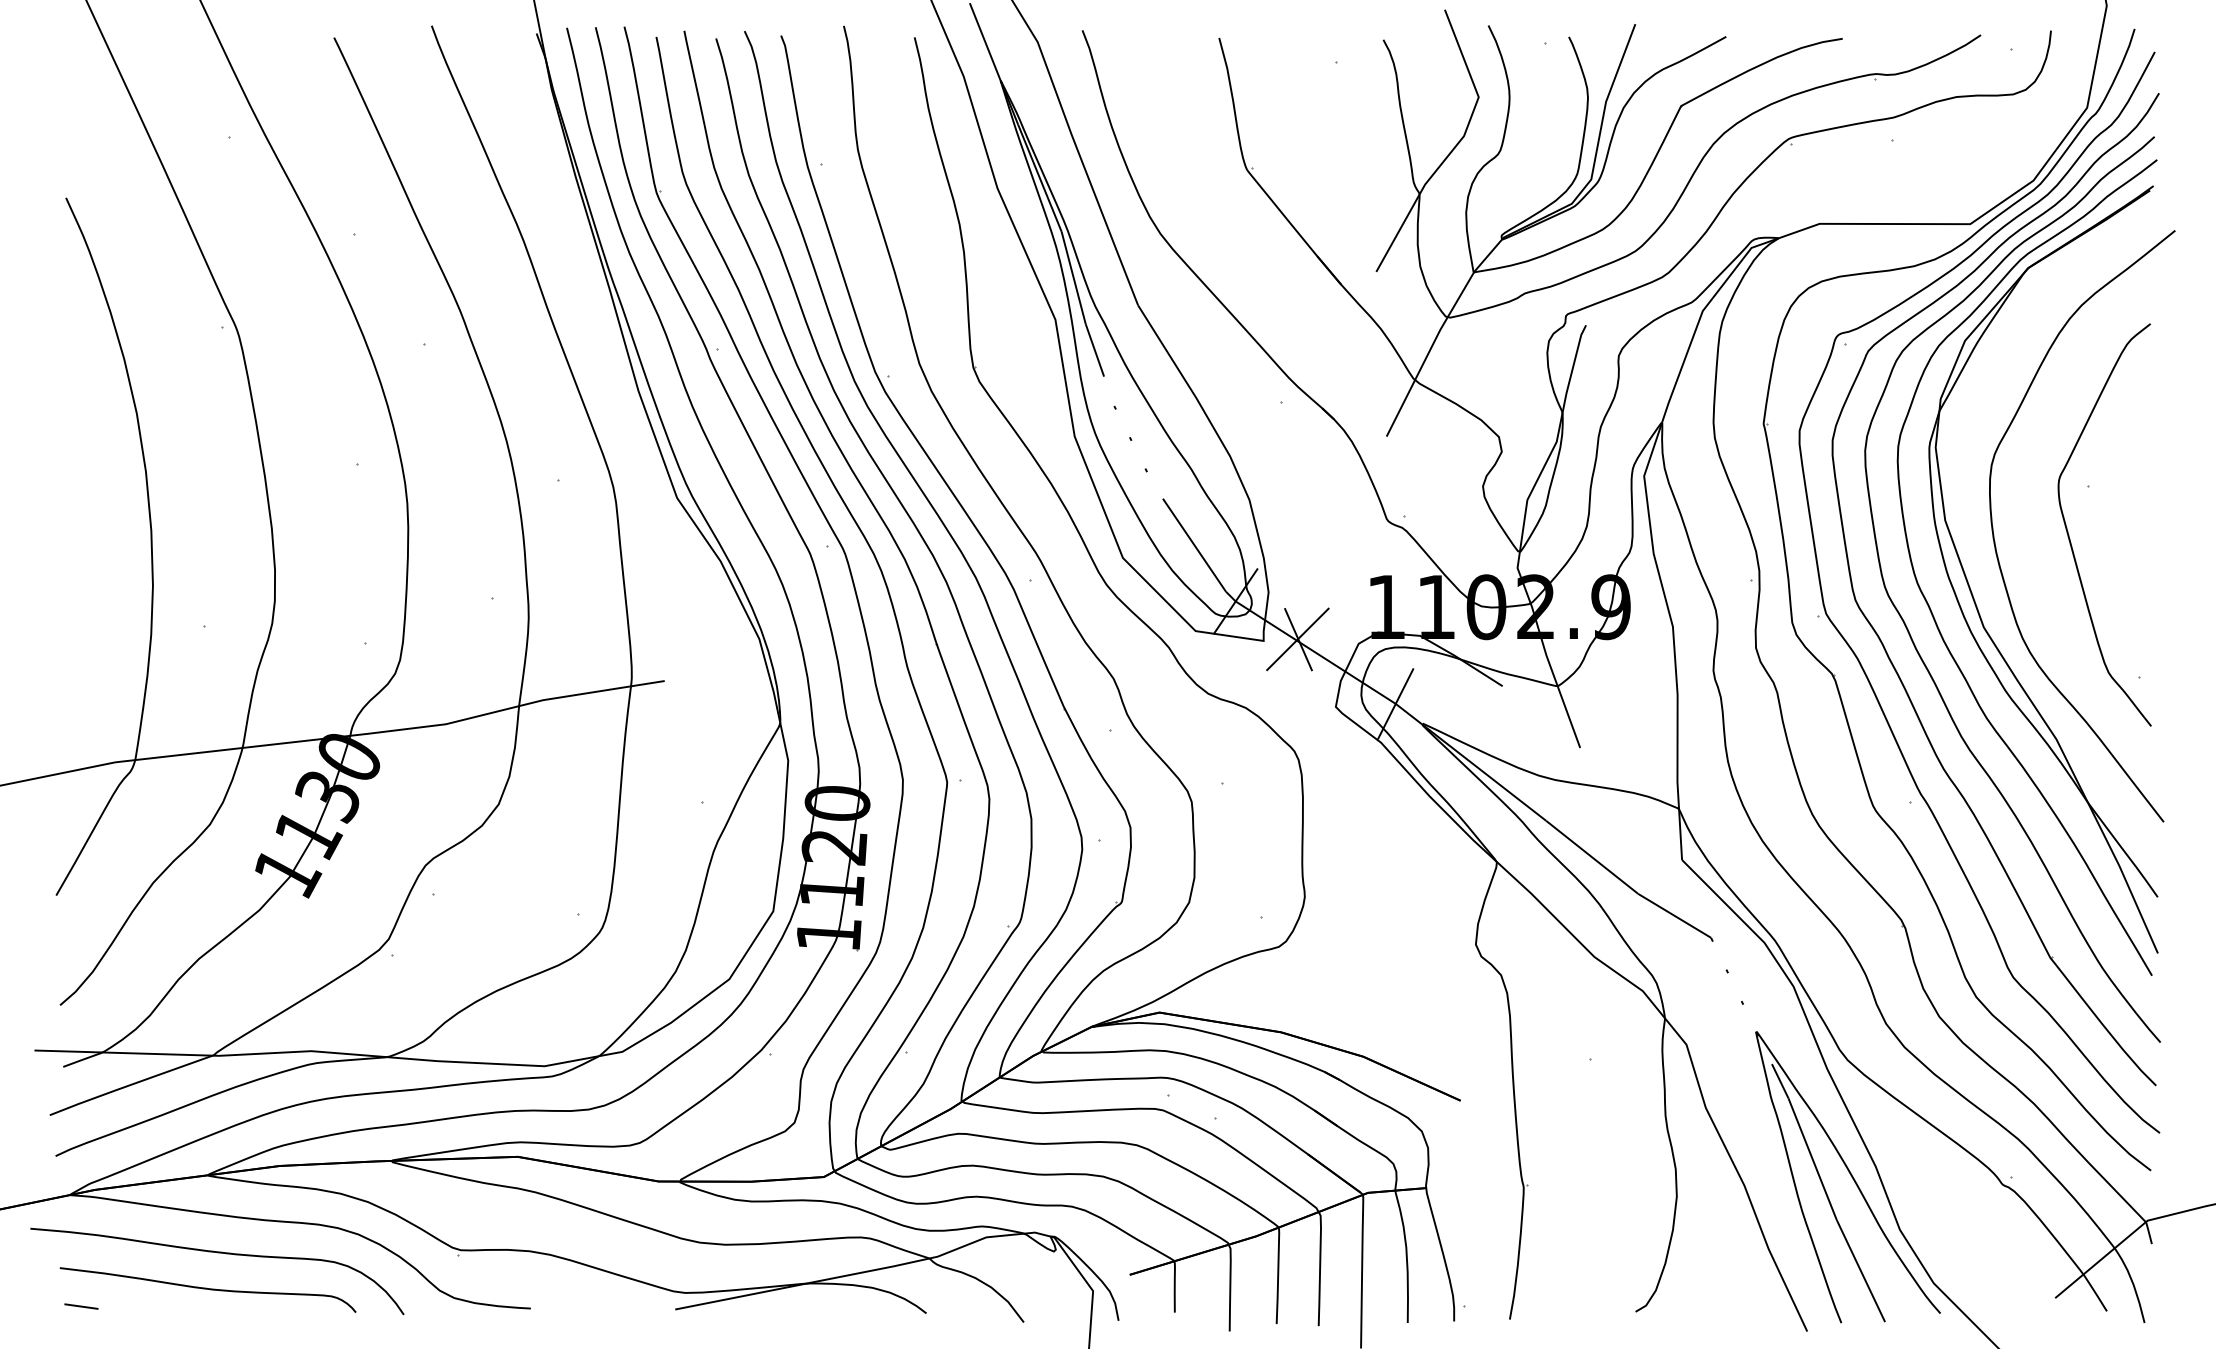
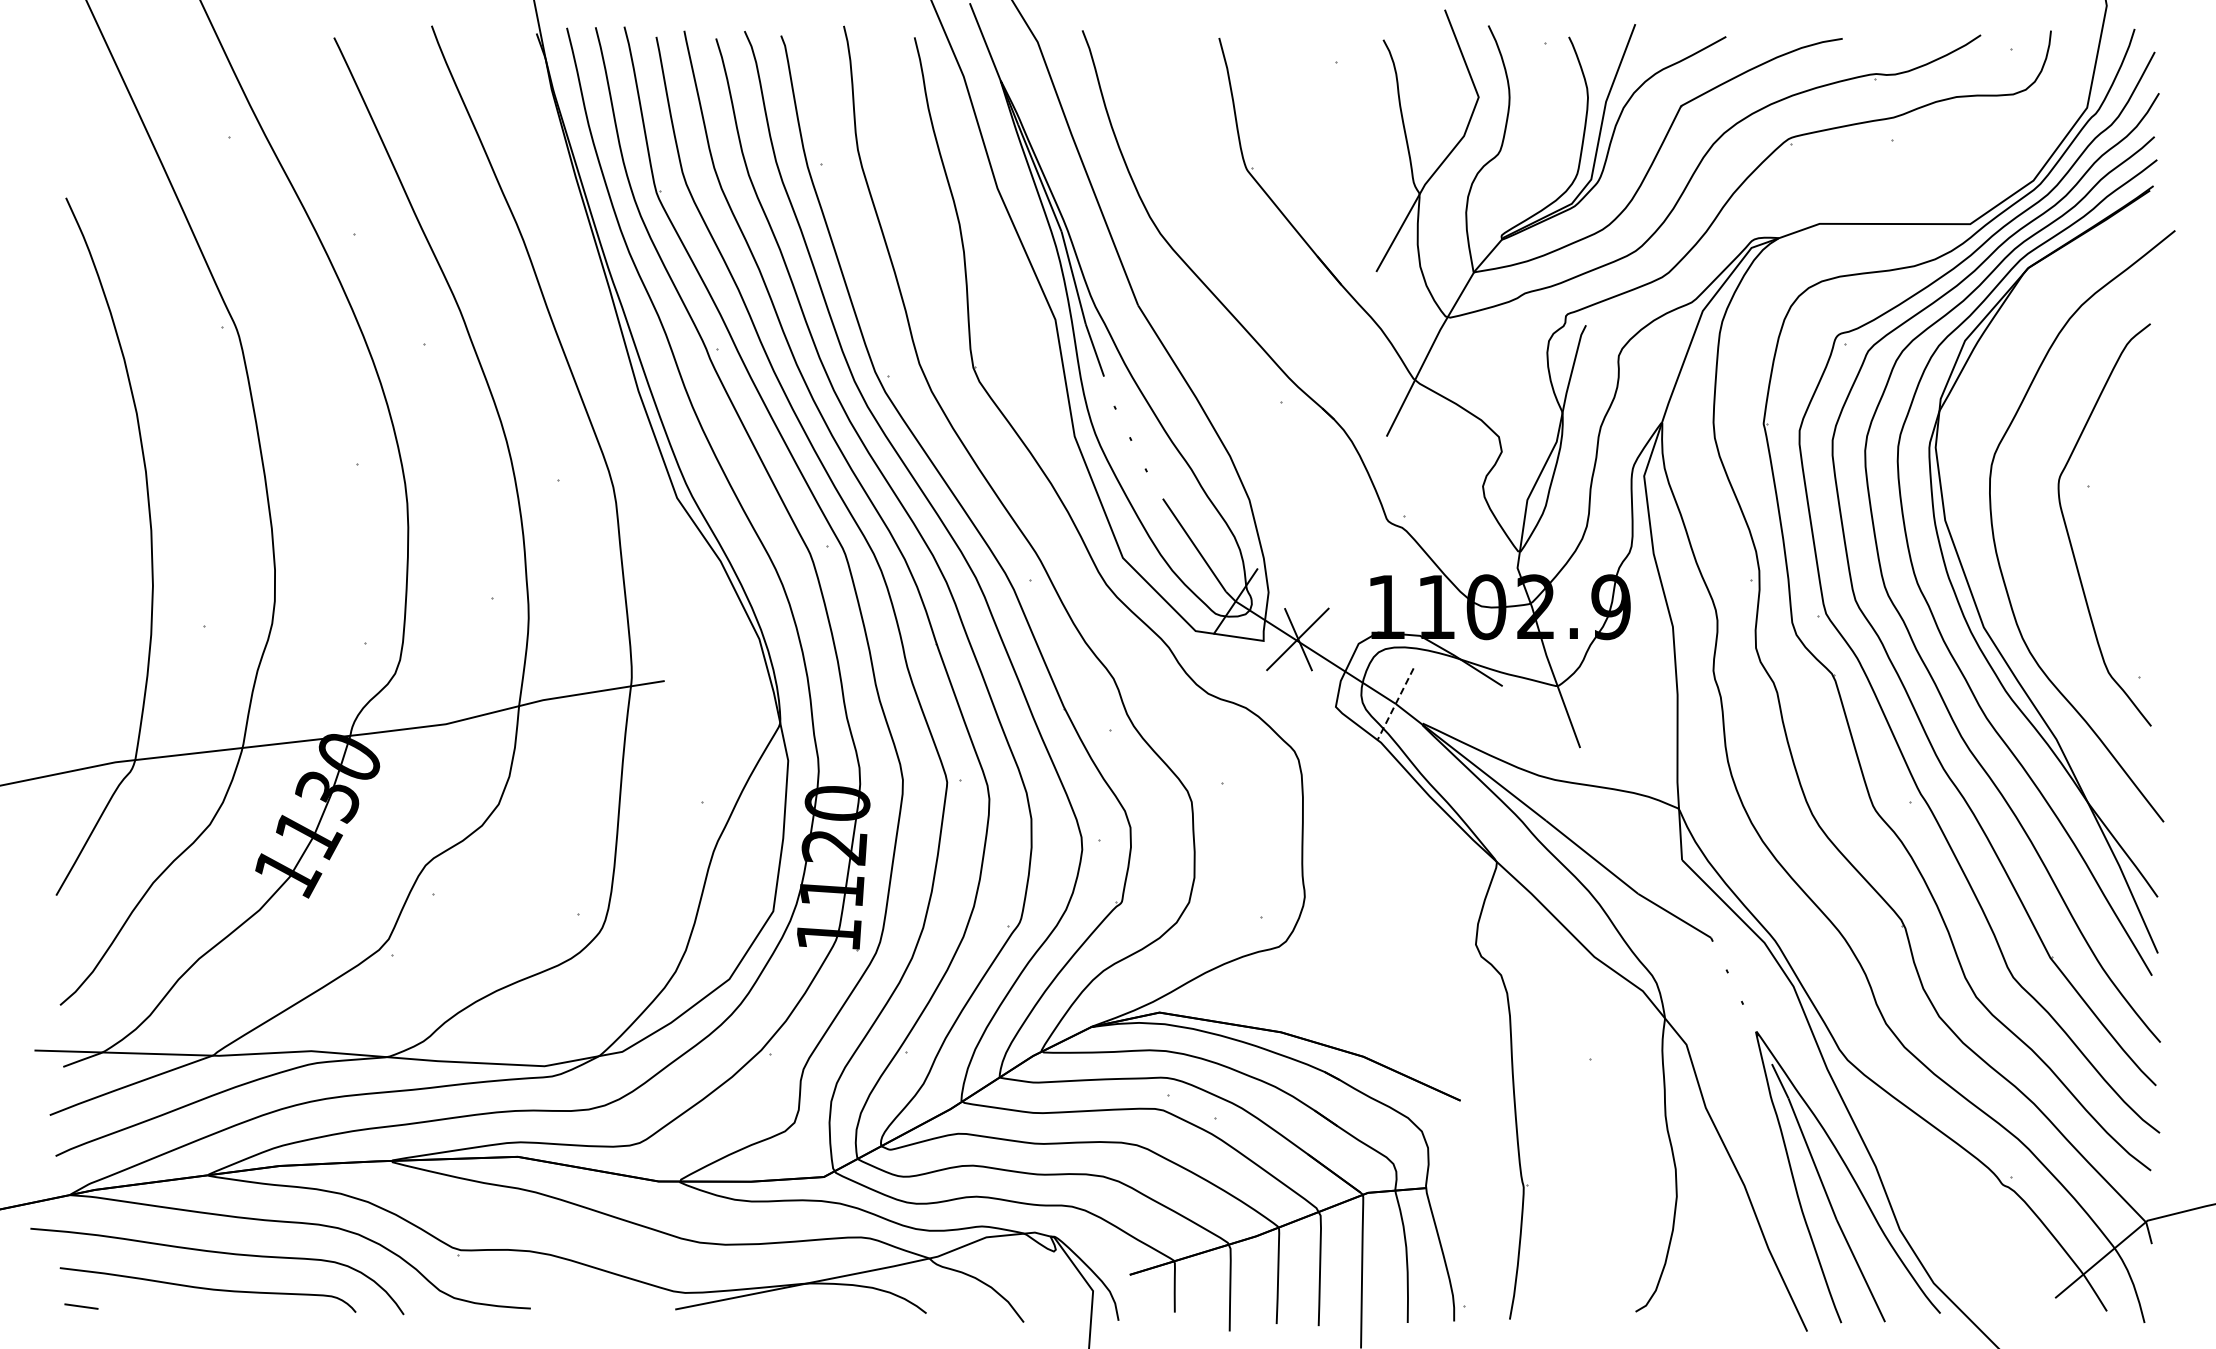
line at (1395, 703): solid -> dashed
